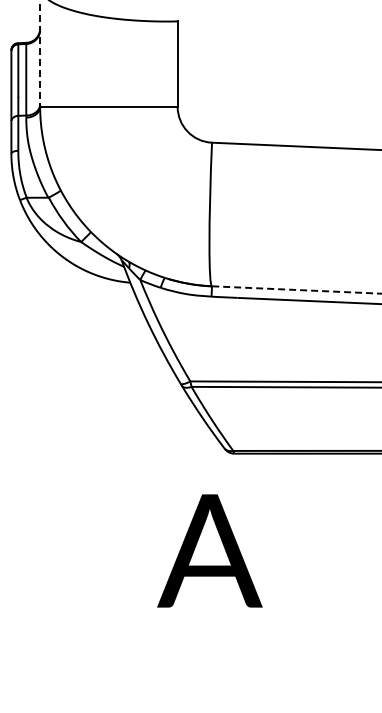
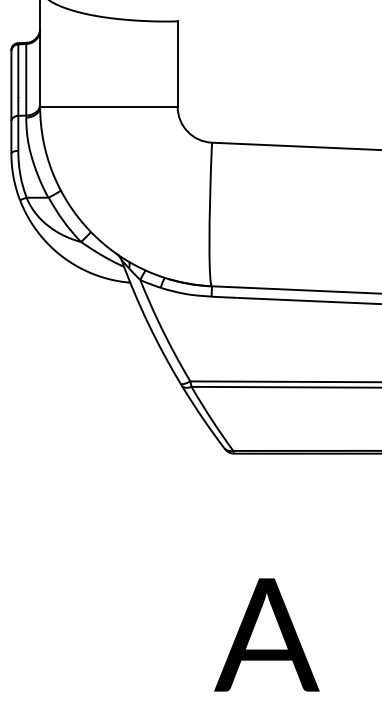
line at (40, 54): dashed -> solid
line at (296, 290): dashed -> solid
text at (209, 550) position: (209, 550) -> (266, 634)
